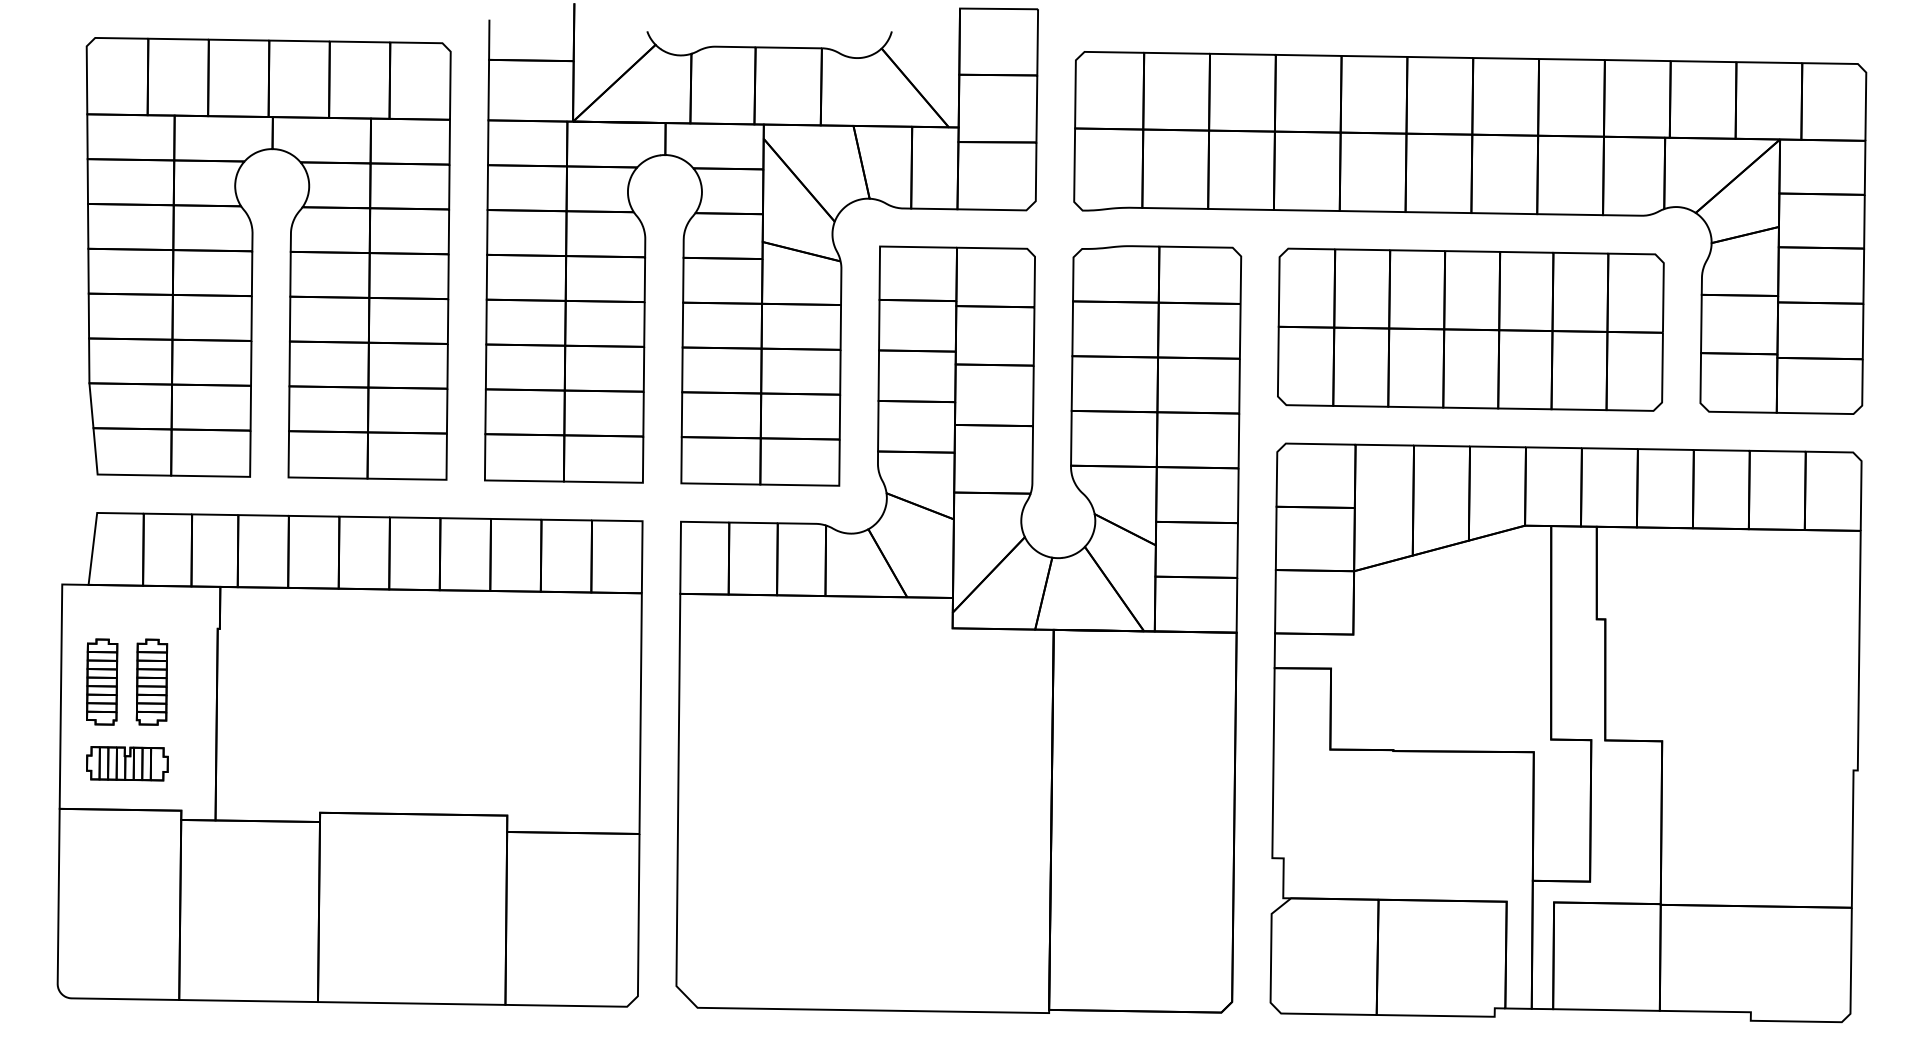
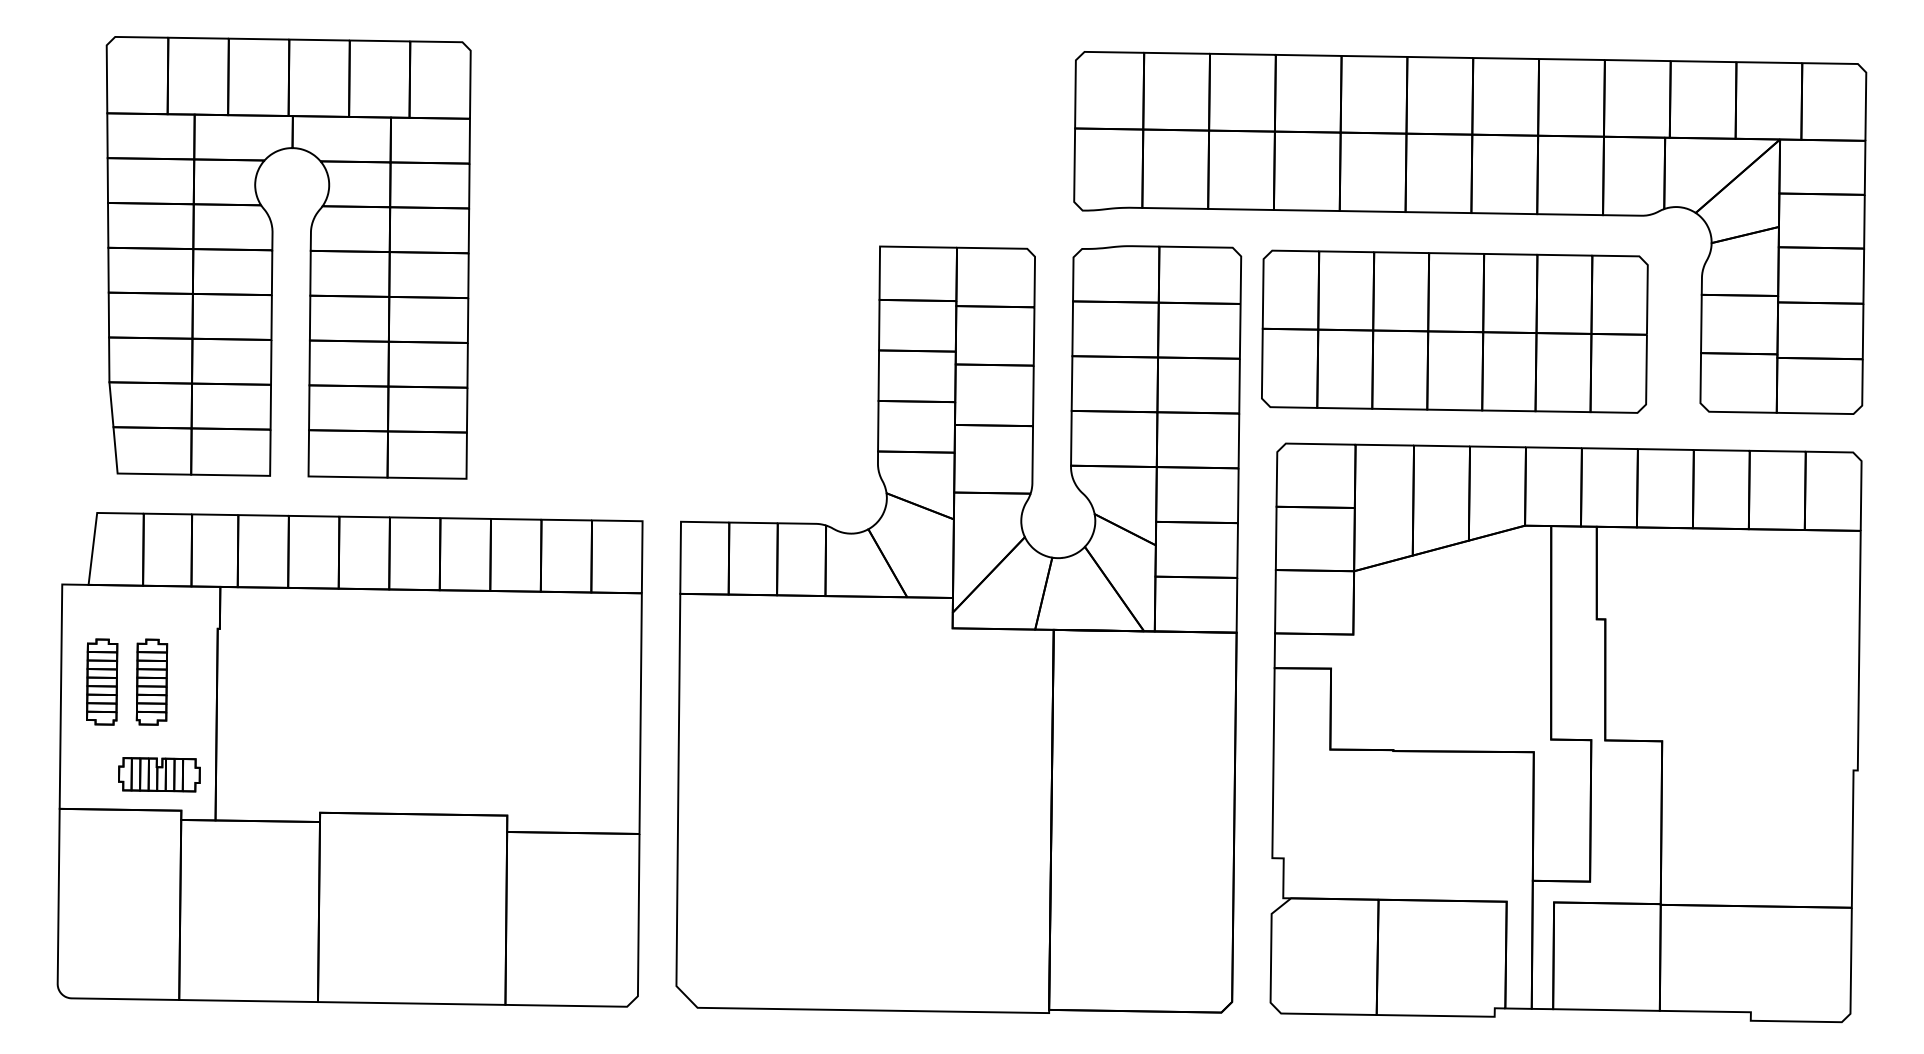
part at (761, 244): present -> none
part at (253, 258) position: (253, 258) -> (273, 257)
part at (1470, 329) position: (1470, 329) -> (1454, 331)
part at (127, 763) position: (127, 763) -> (159, 774)
